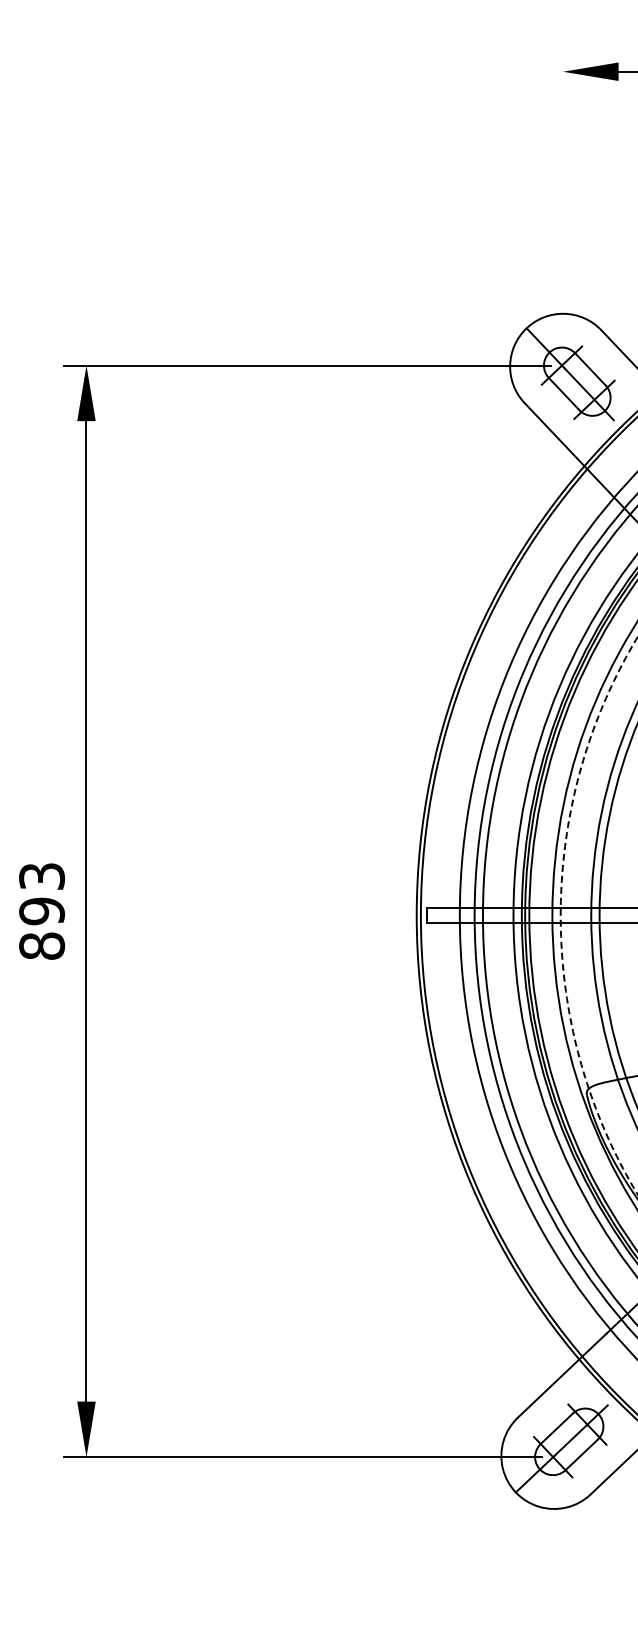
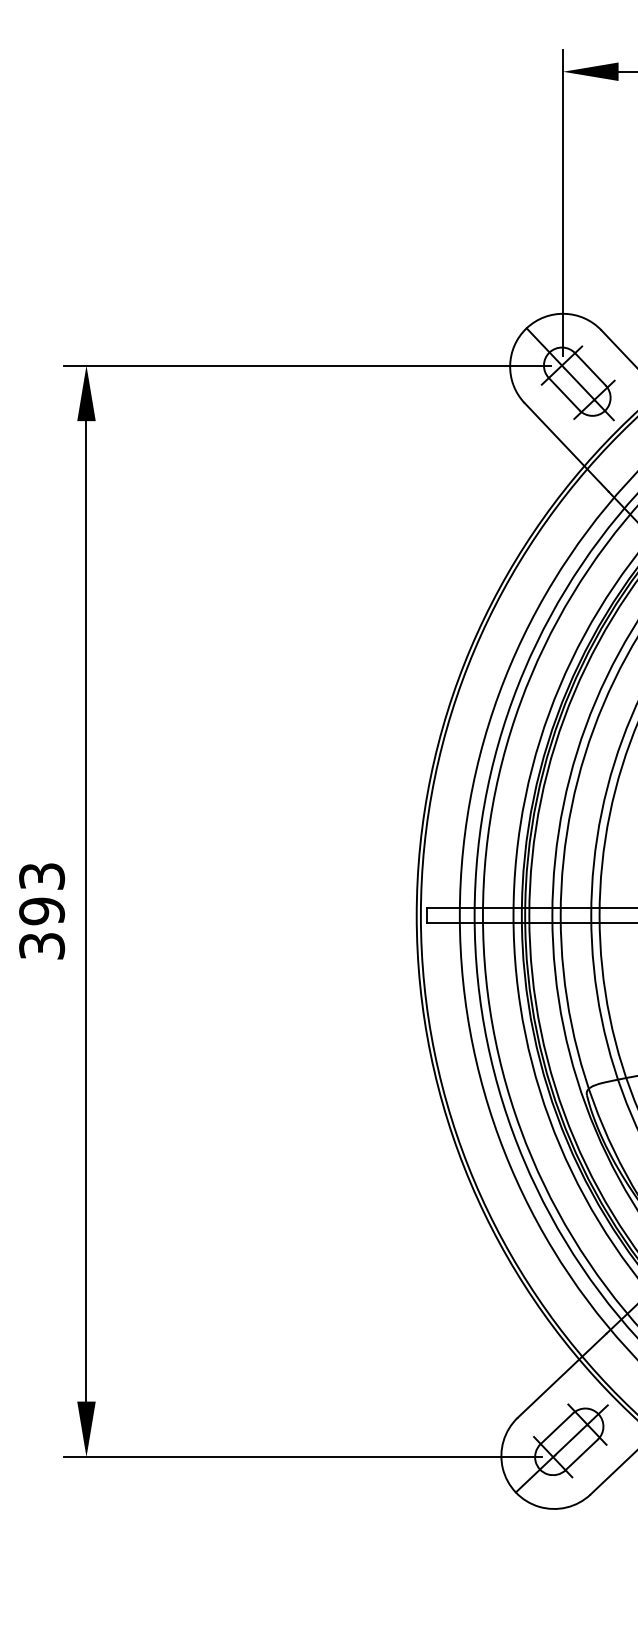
line at (563, 202): none -> present
circle at (598, 915): dashed -> solid
text at (42, 945): 893 -> 393
